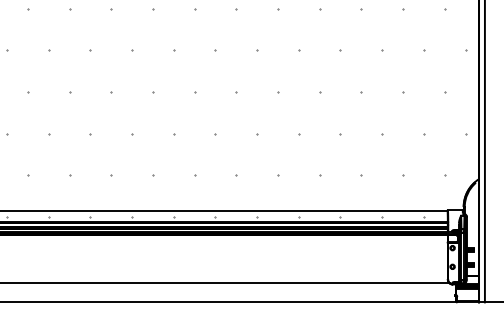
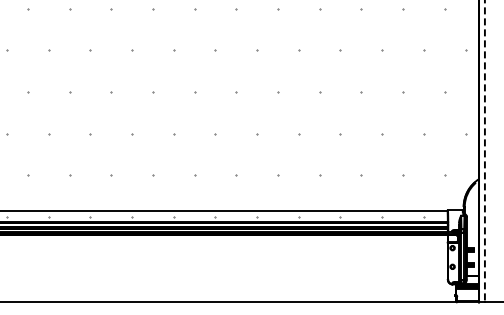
line at (484, 151): solid -> dashed
line at (225, 283): present -> none
